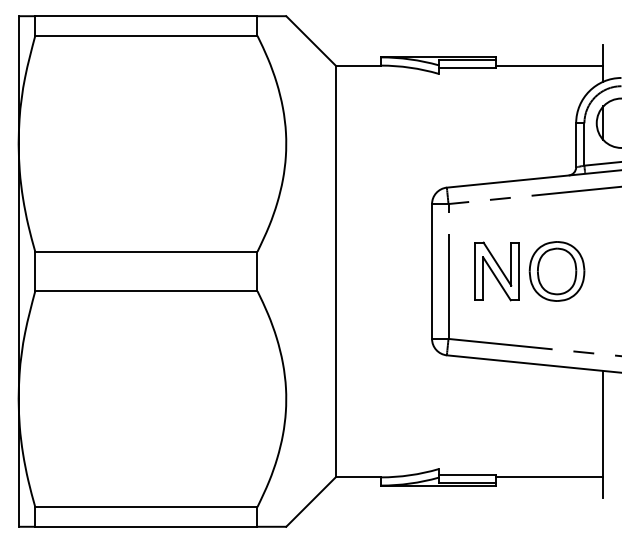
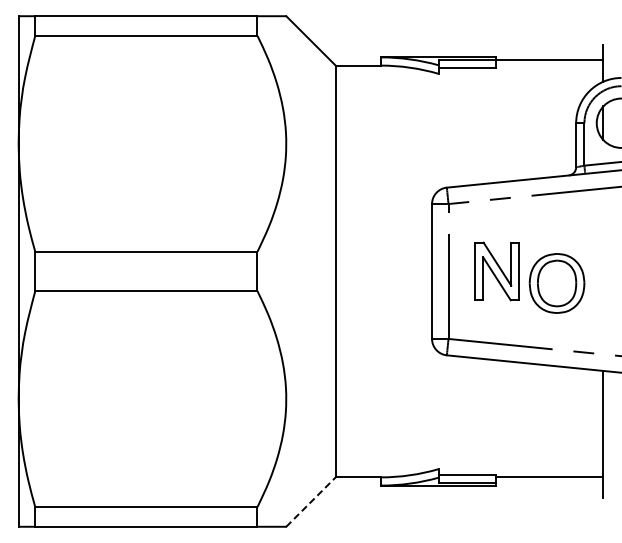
line at (549, 65) position: (549, 65) -> (549, 59)
part at (556, 271) position: (556, 271) -> (556, 283)
line at (311, 502): solid -> dashed
